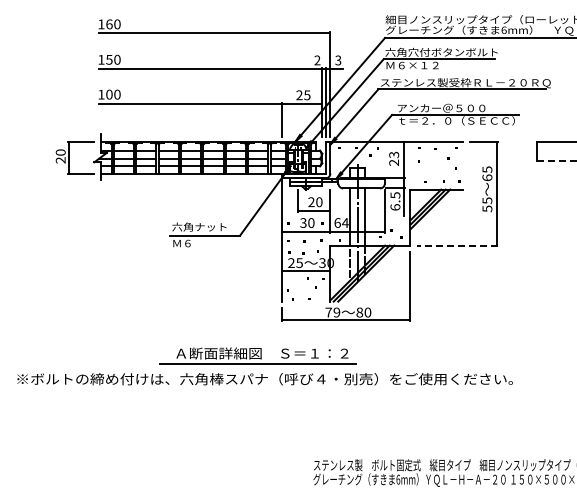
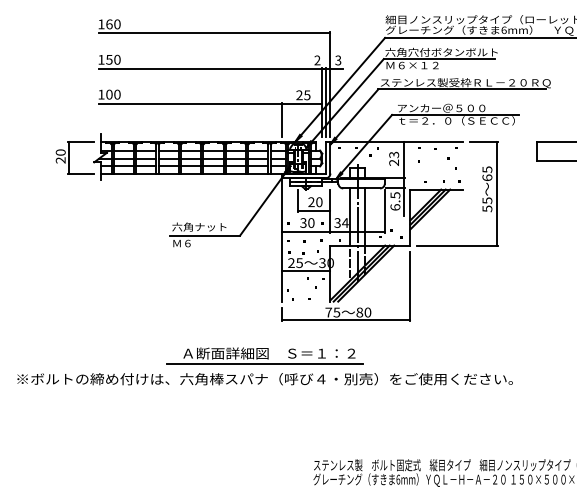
line at (556, 161): dashed -> solid
text at (337, 222): 64 -> 34
line at (456, 245): dashed -> solid
text at (336, 312): 79 -> 75
part at (257, 355) position: (257, 355) -> (264, 355)
